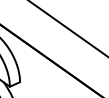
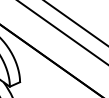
line at (75, 23): none -> present
line at (67, 28) position: (67, 28) -> (62, 32)
